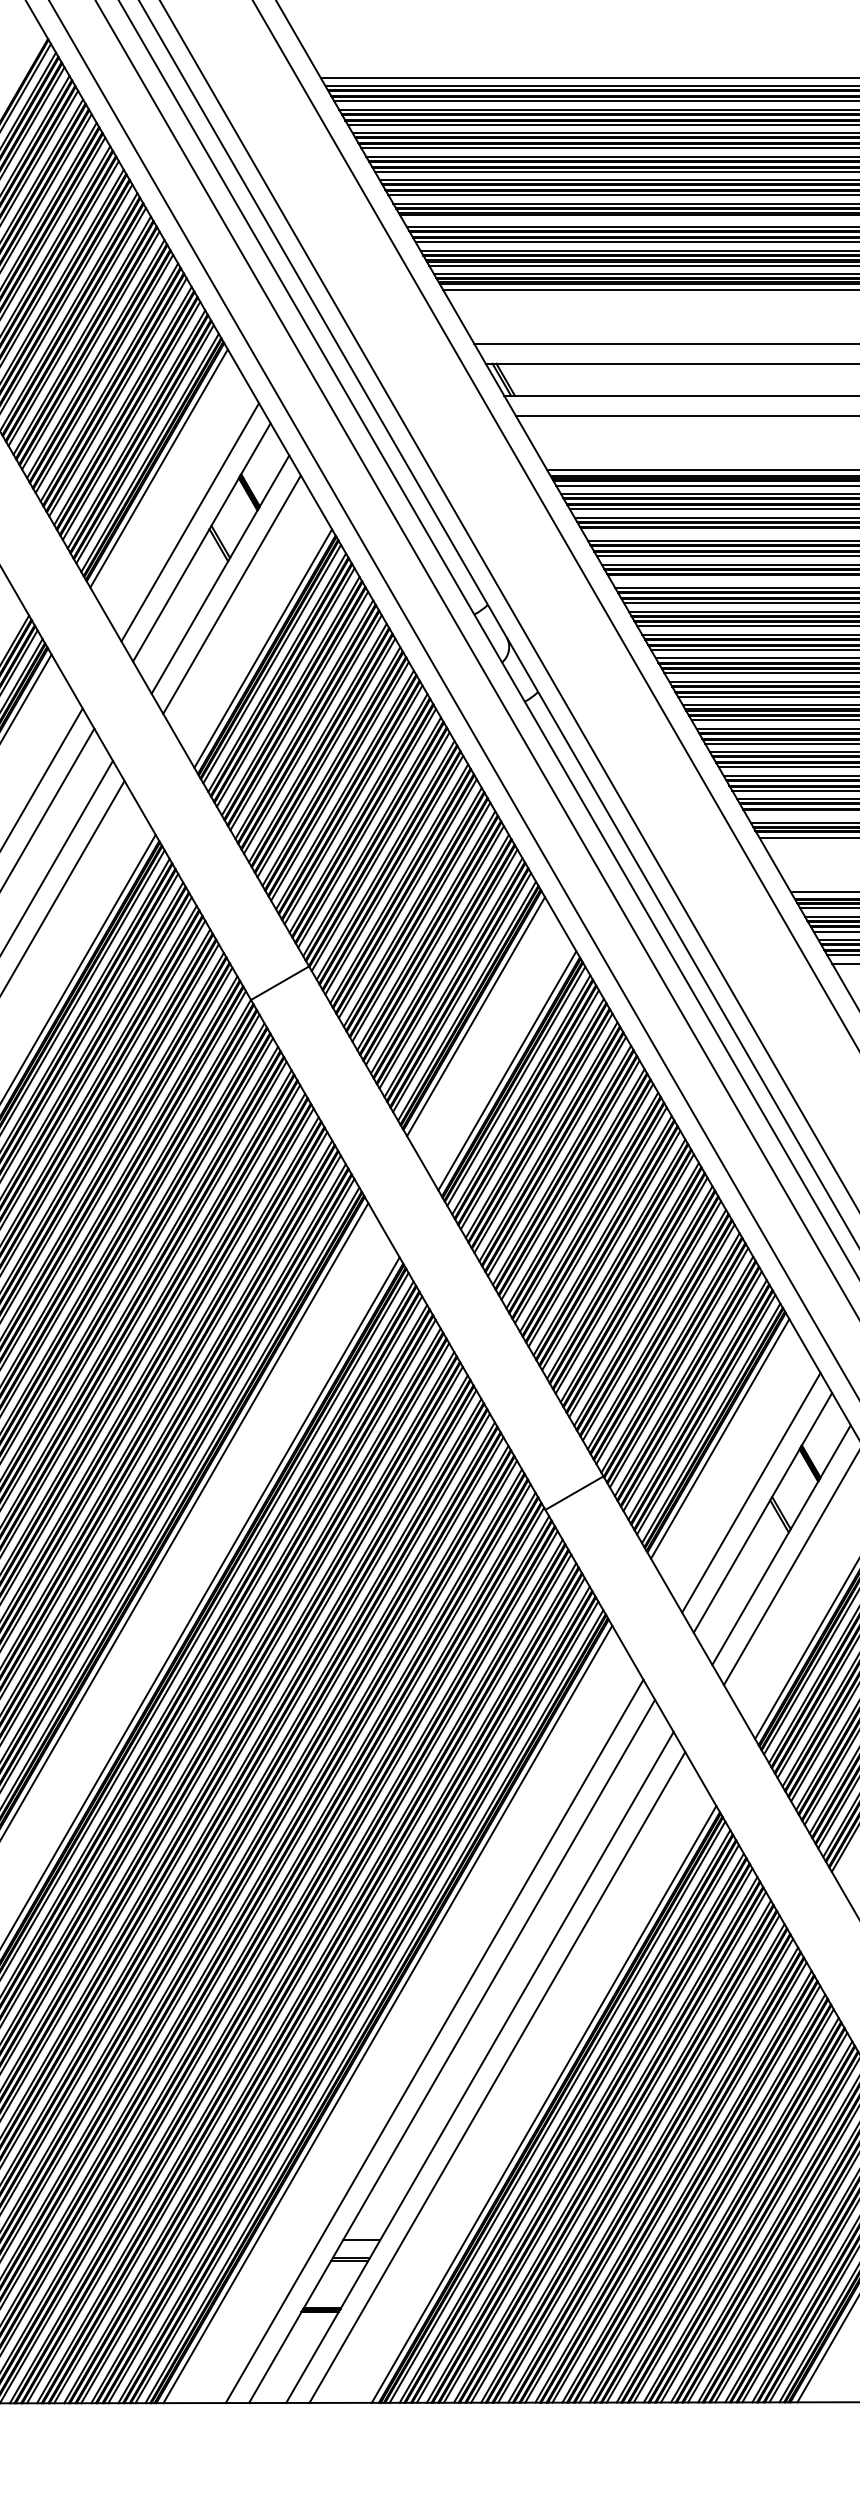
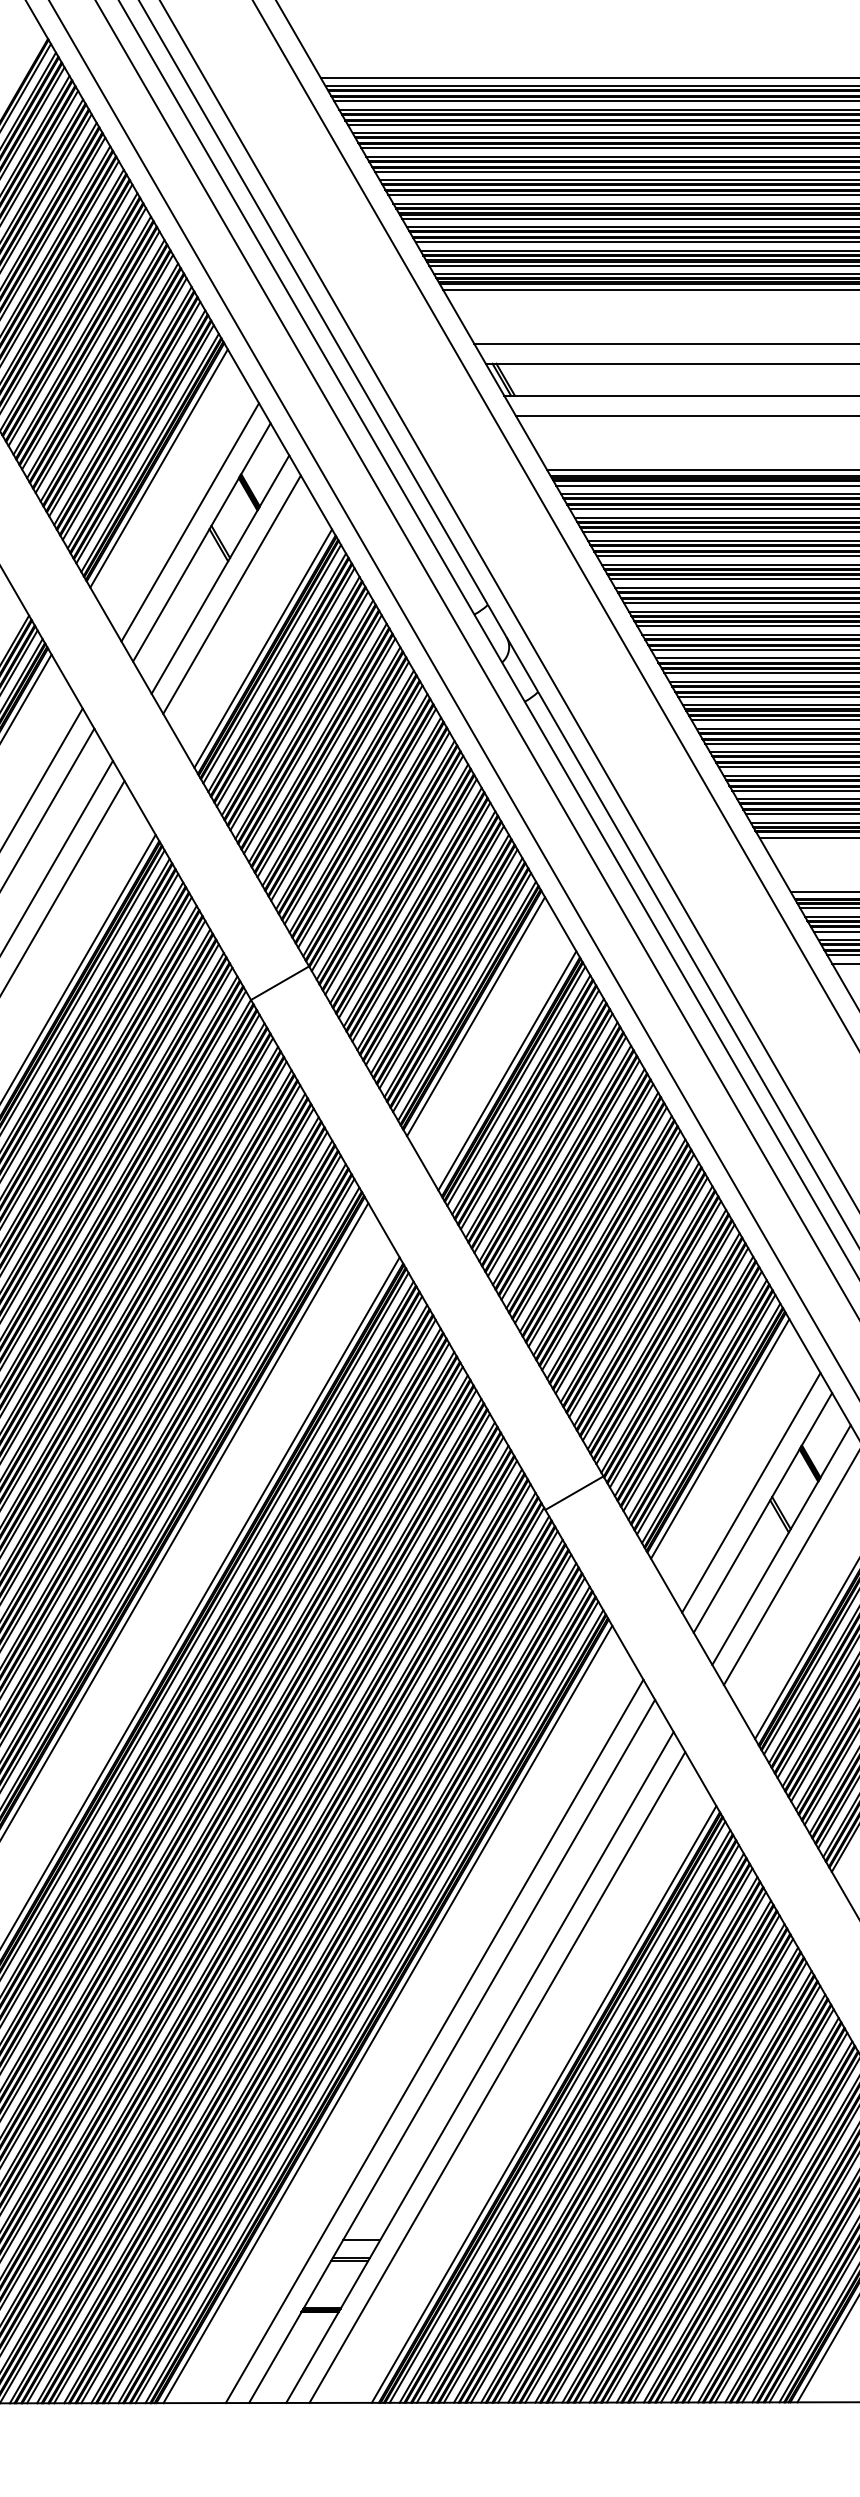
line at (628, 218): none -> present
line at (719, 532): none -> present
line at (733, 579): none -> present
line at (800, 814): none -> present
